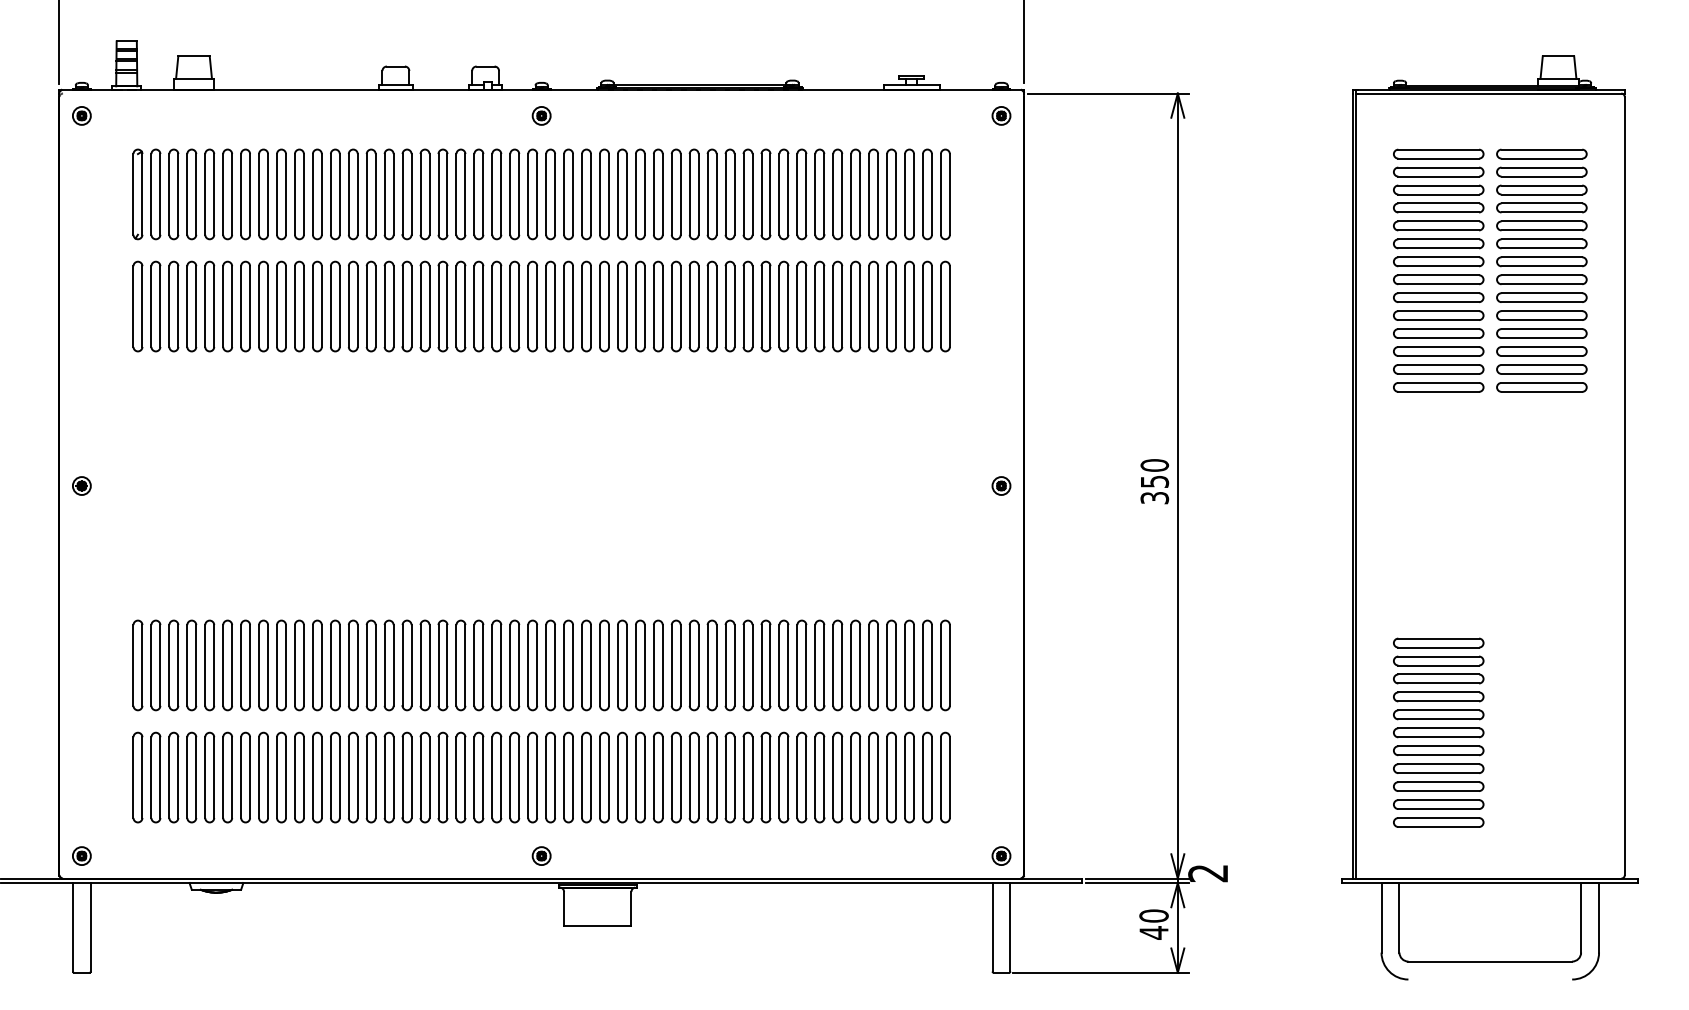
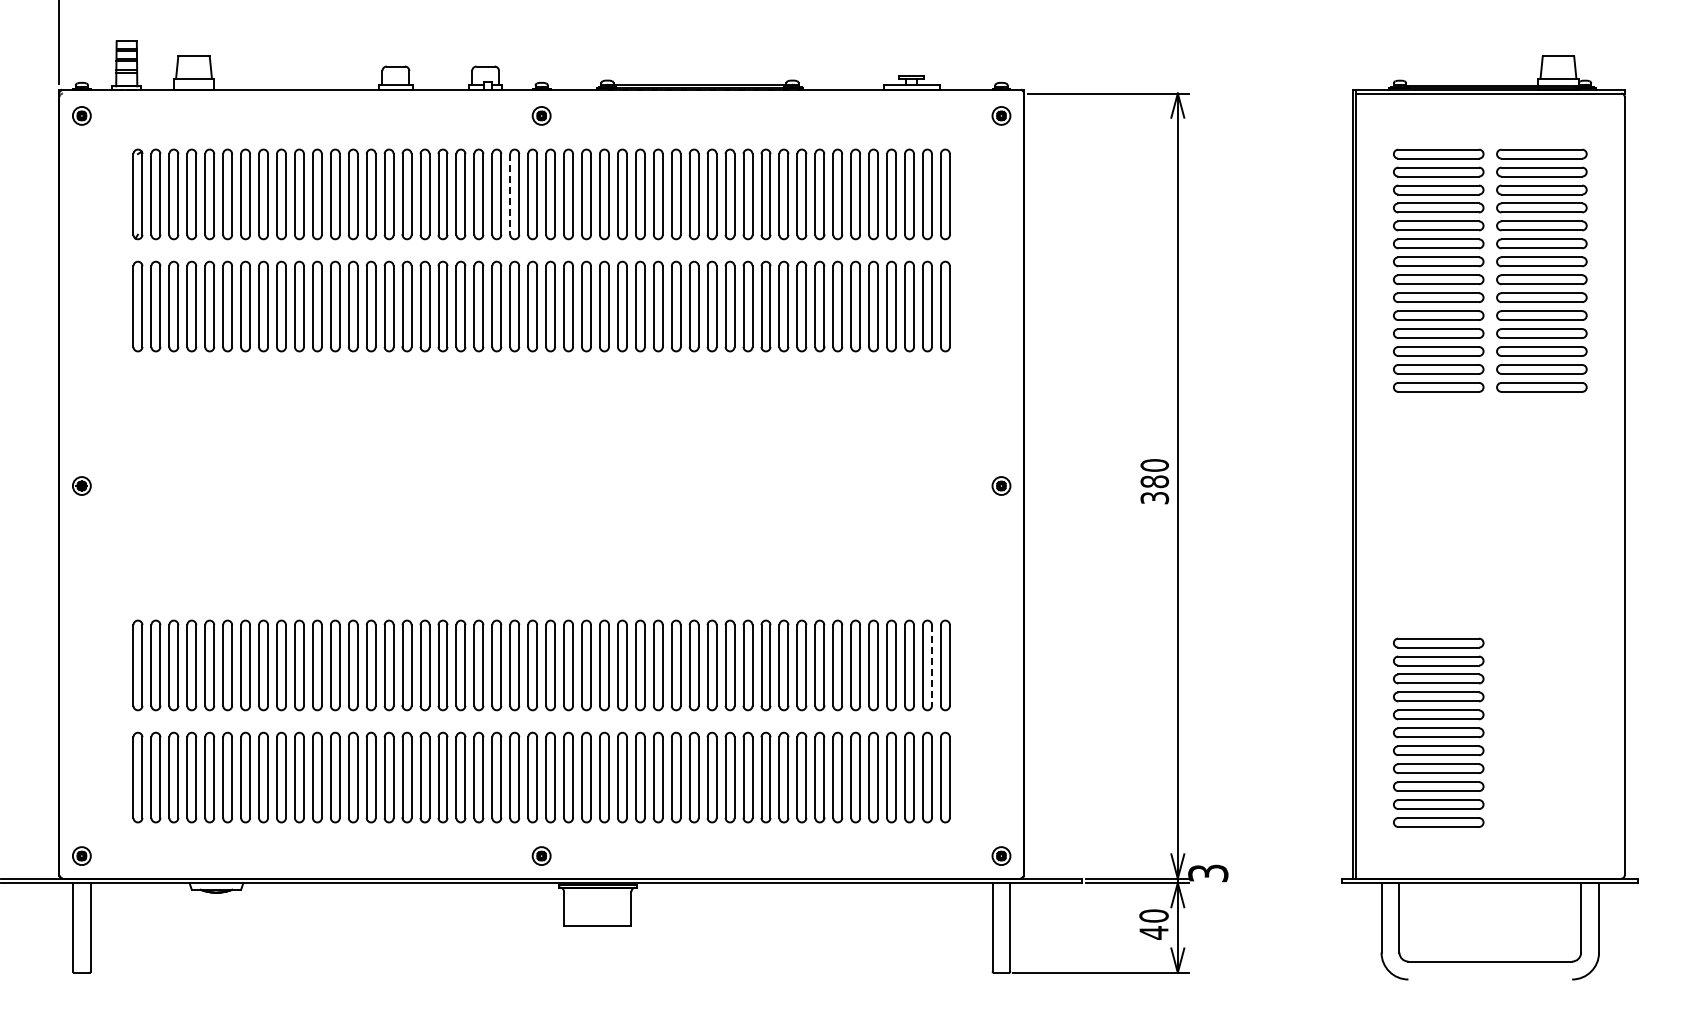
line at (1023, 42): present -> none
line at (510, 194): solid -> dashed
text at (1154, 481): 350 -> 380
line at (931, 665): solid -> dashed
text at (1208, 873): 2 -> 3
